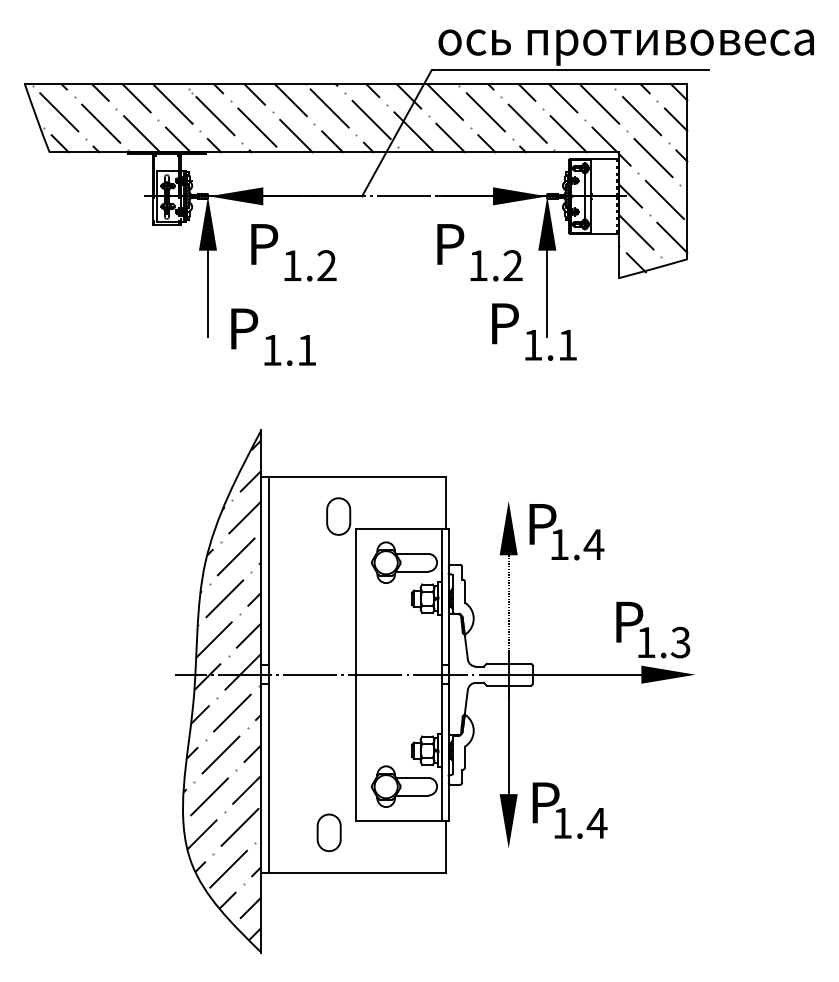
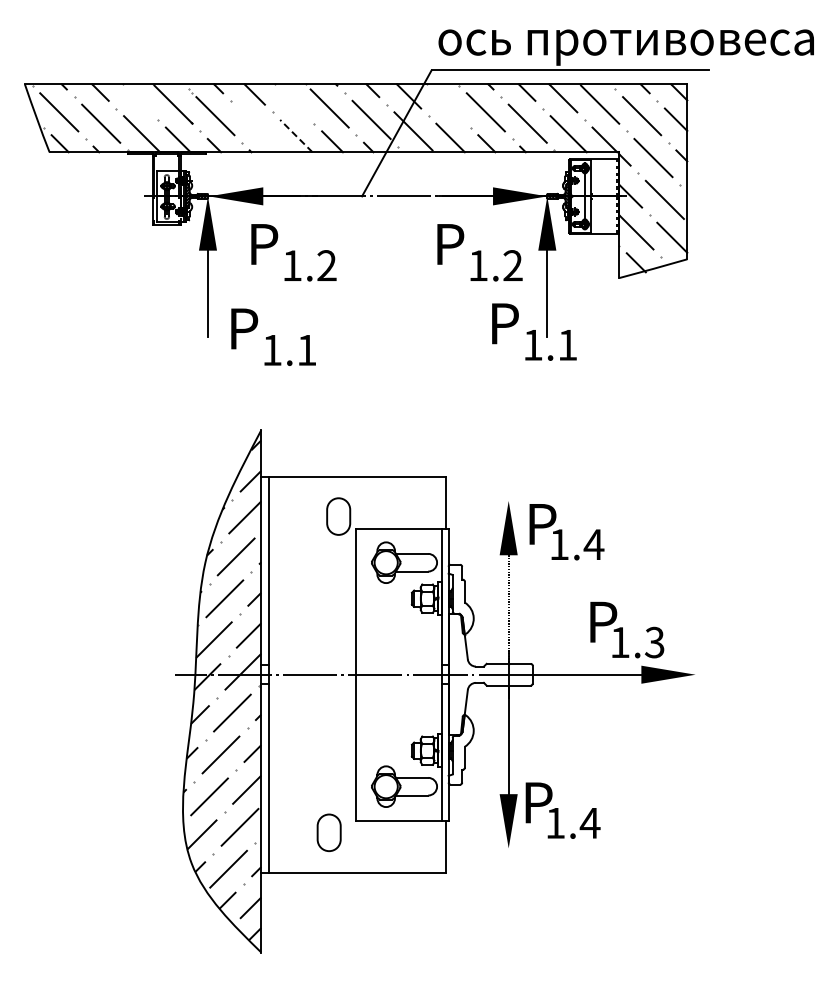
line at (136, 98): present -> none
line at (290, 100): present -> none
line at (445, 101): present -> none
line at (257, 127): present -> none
line at (296, 136): solid -> dashed
text at (653, 629) position: (653, 629) -> (627, 629)
text at (569, 810) position: (569, 810) -> (562, 810)
